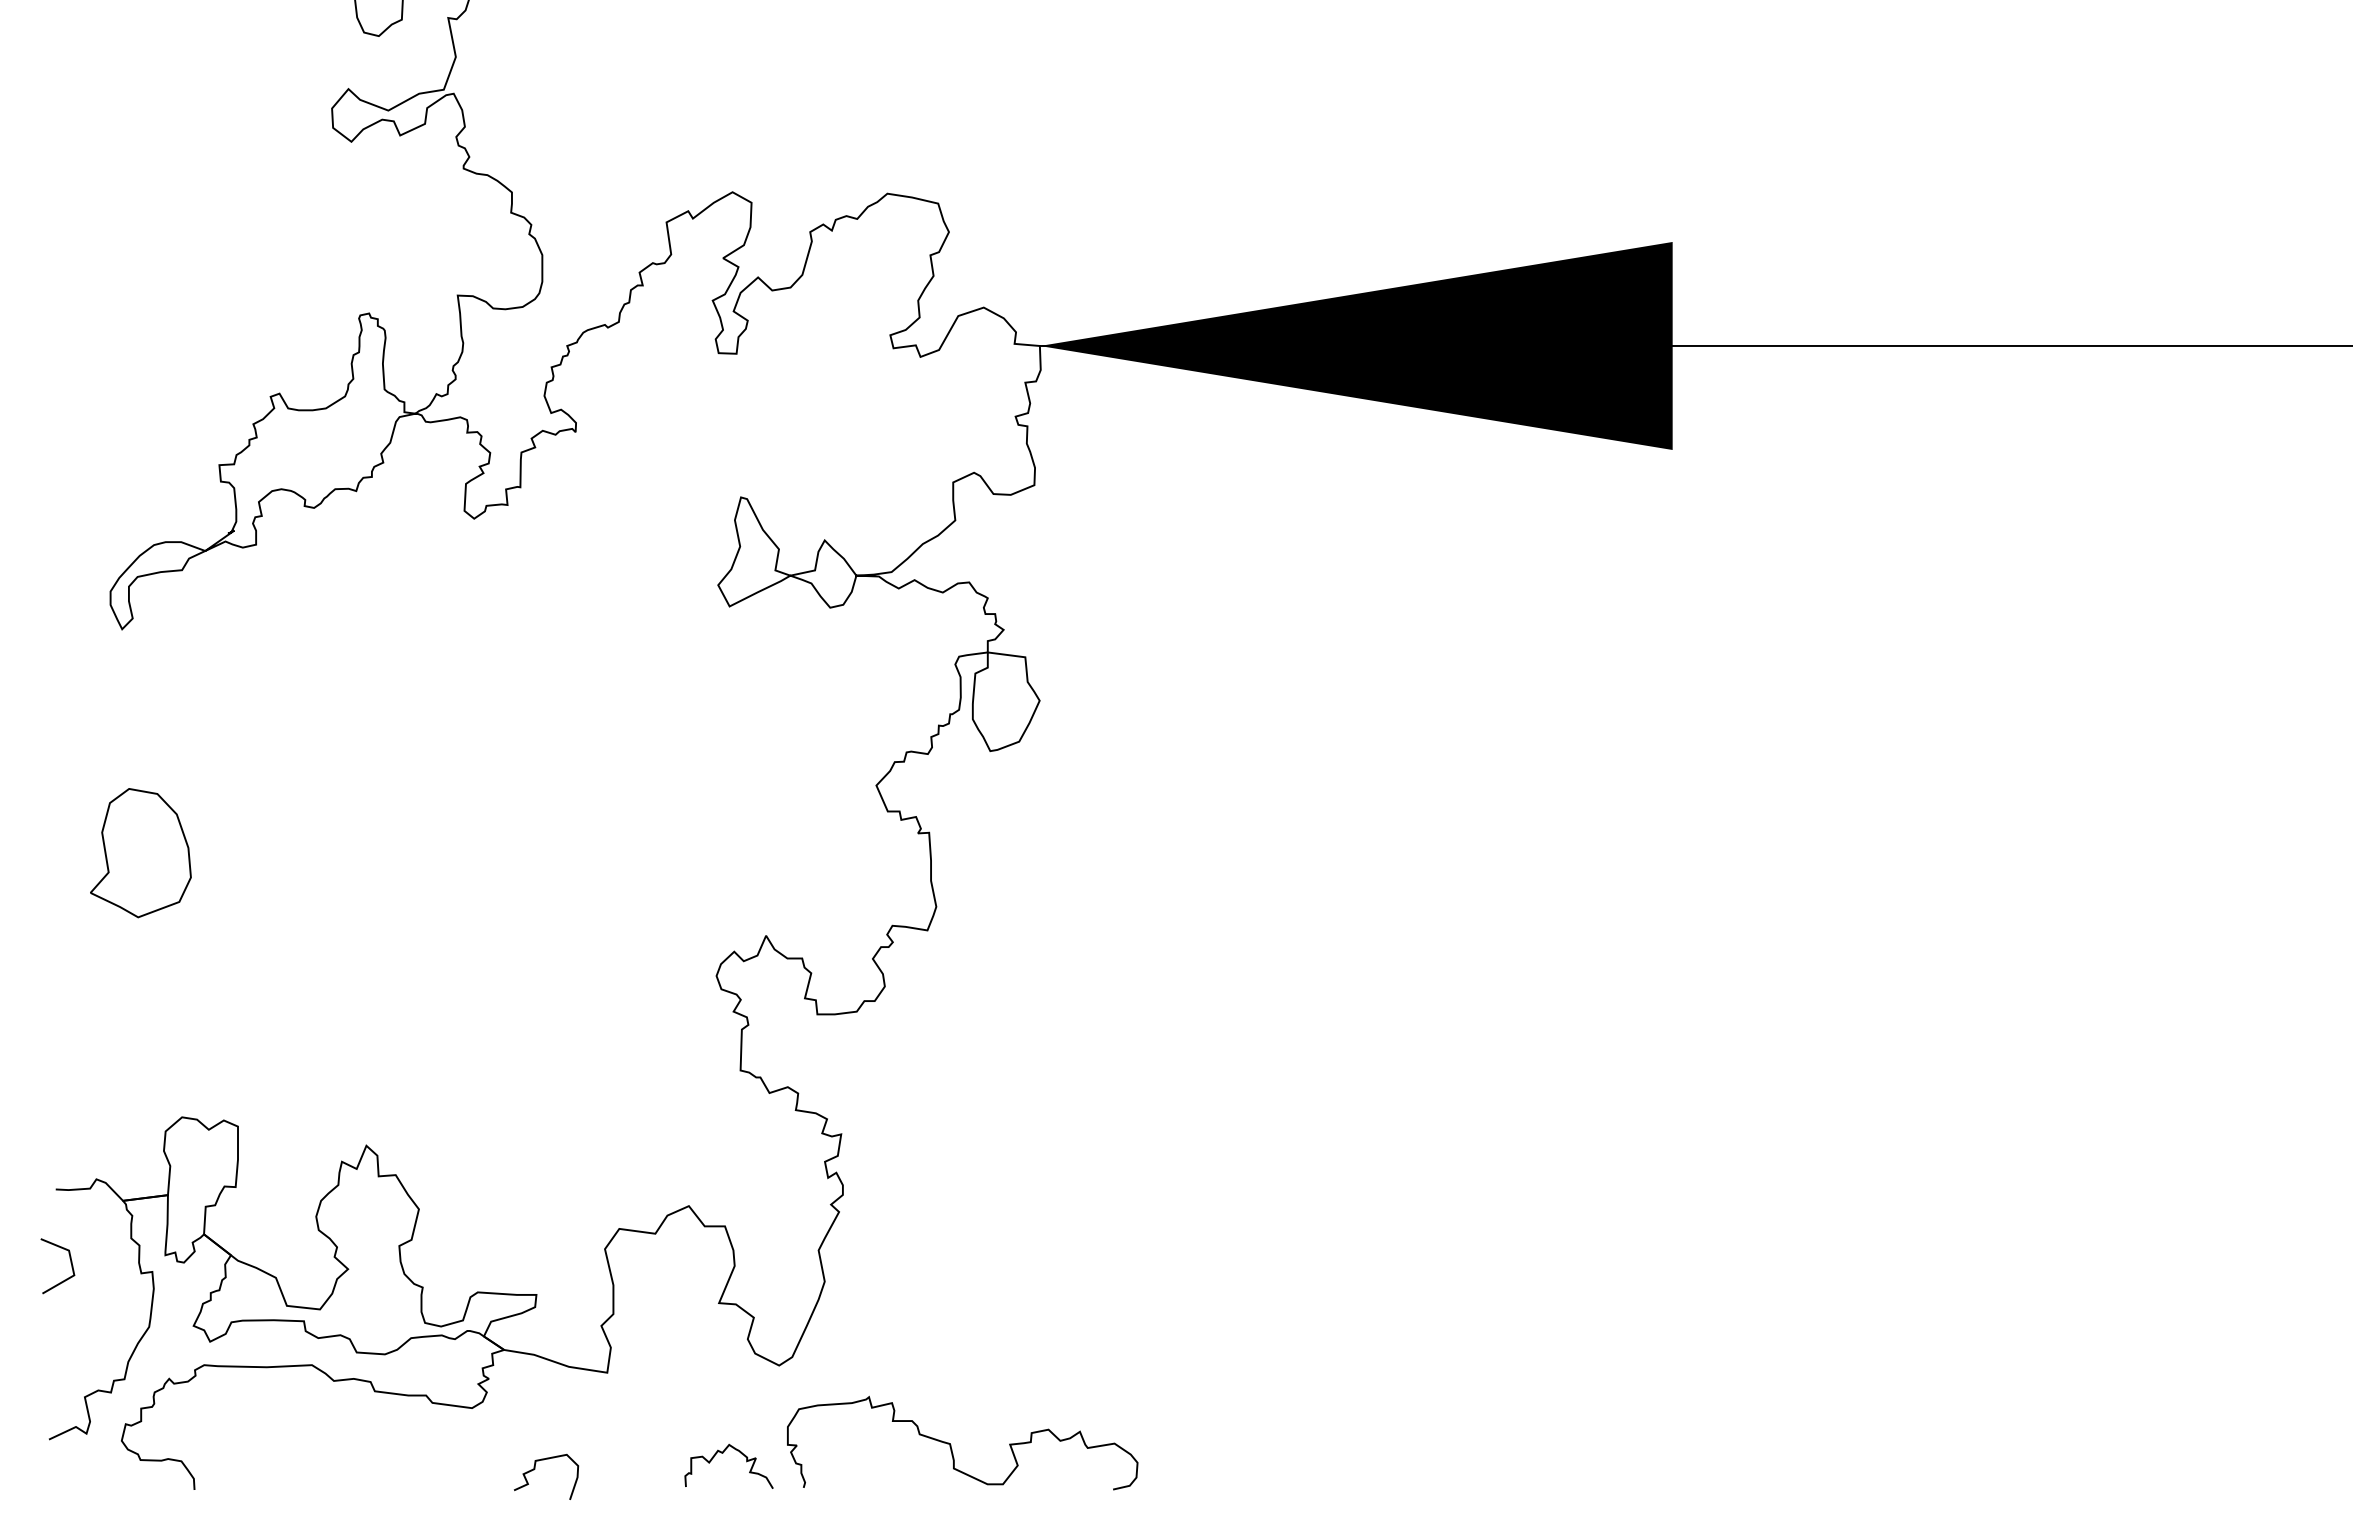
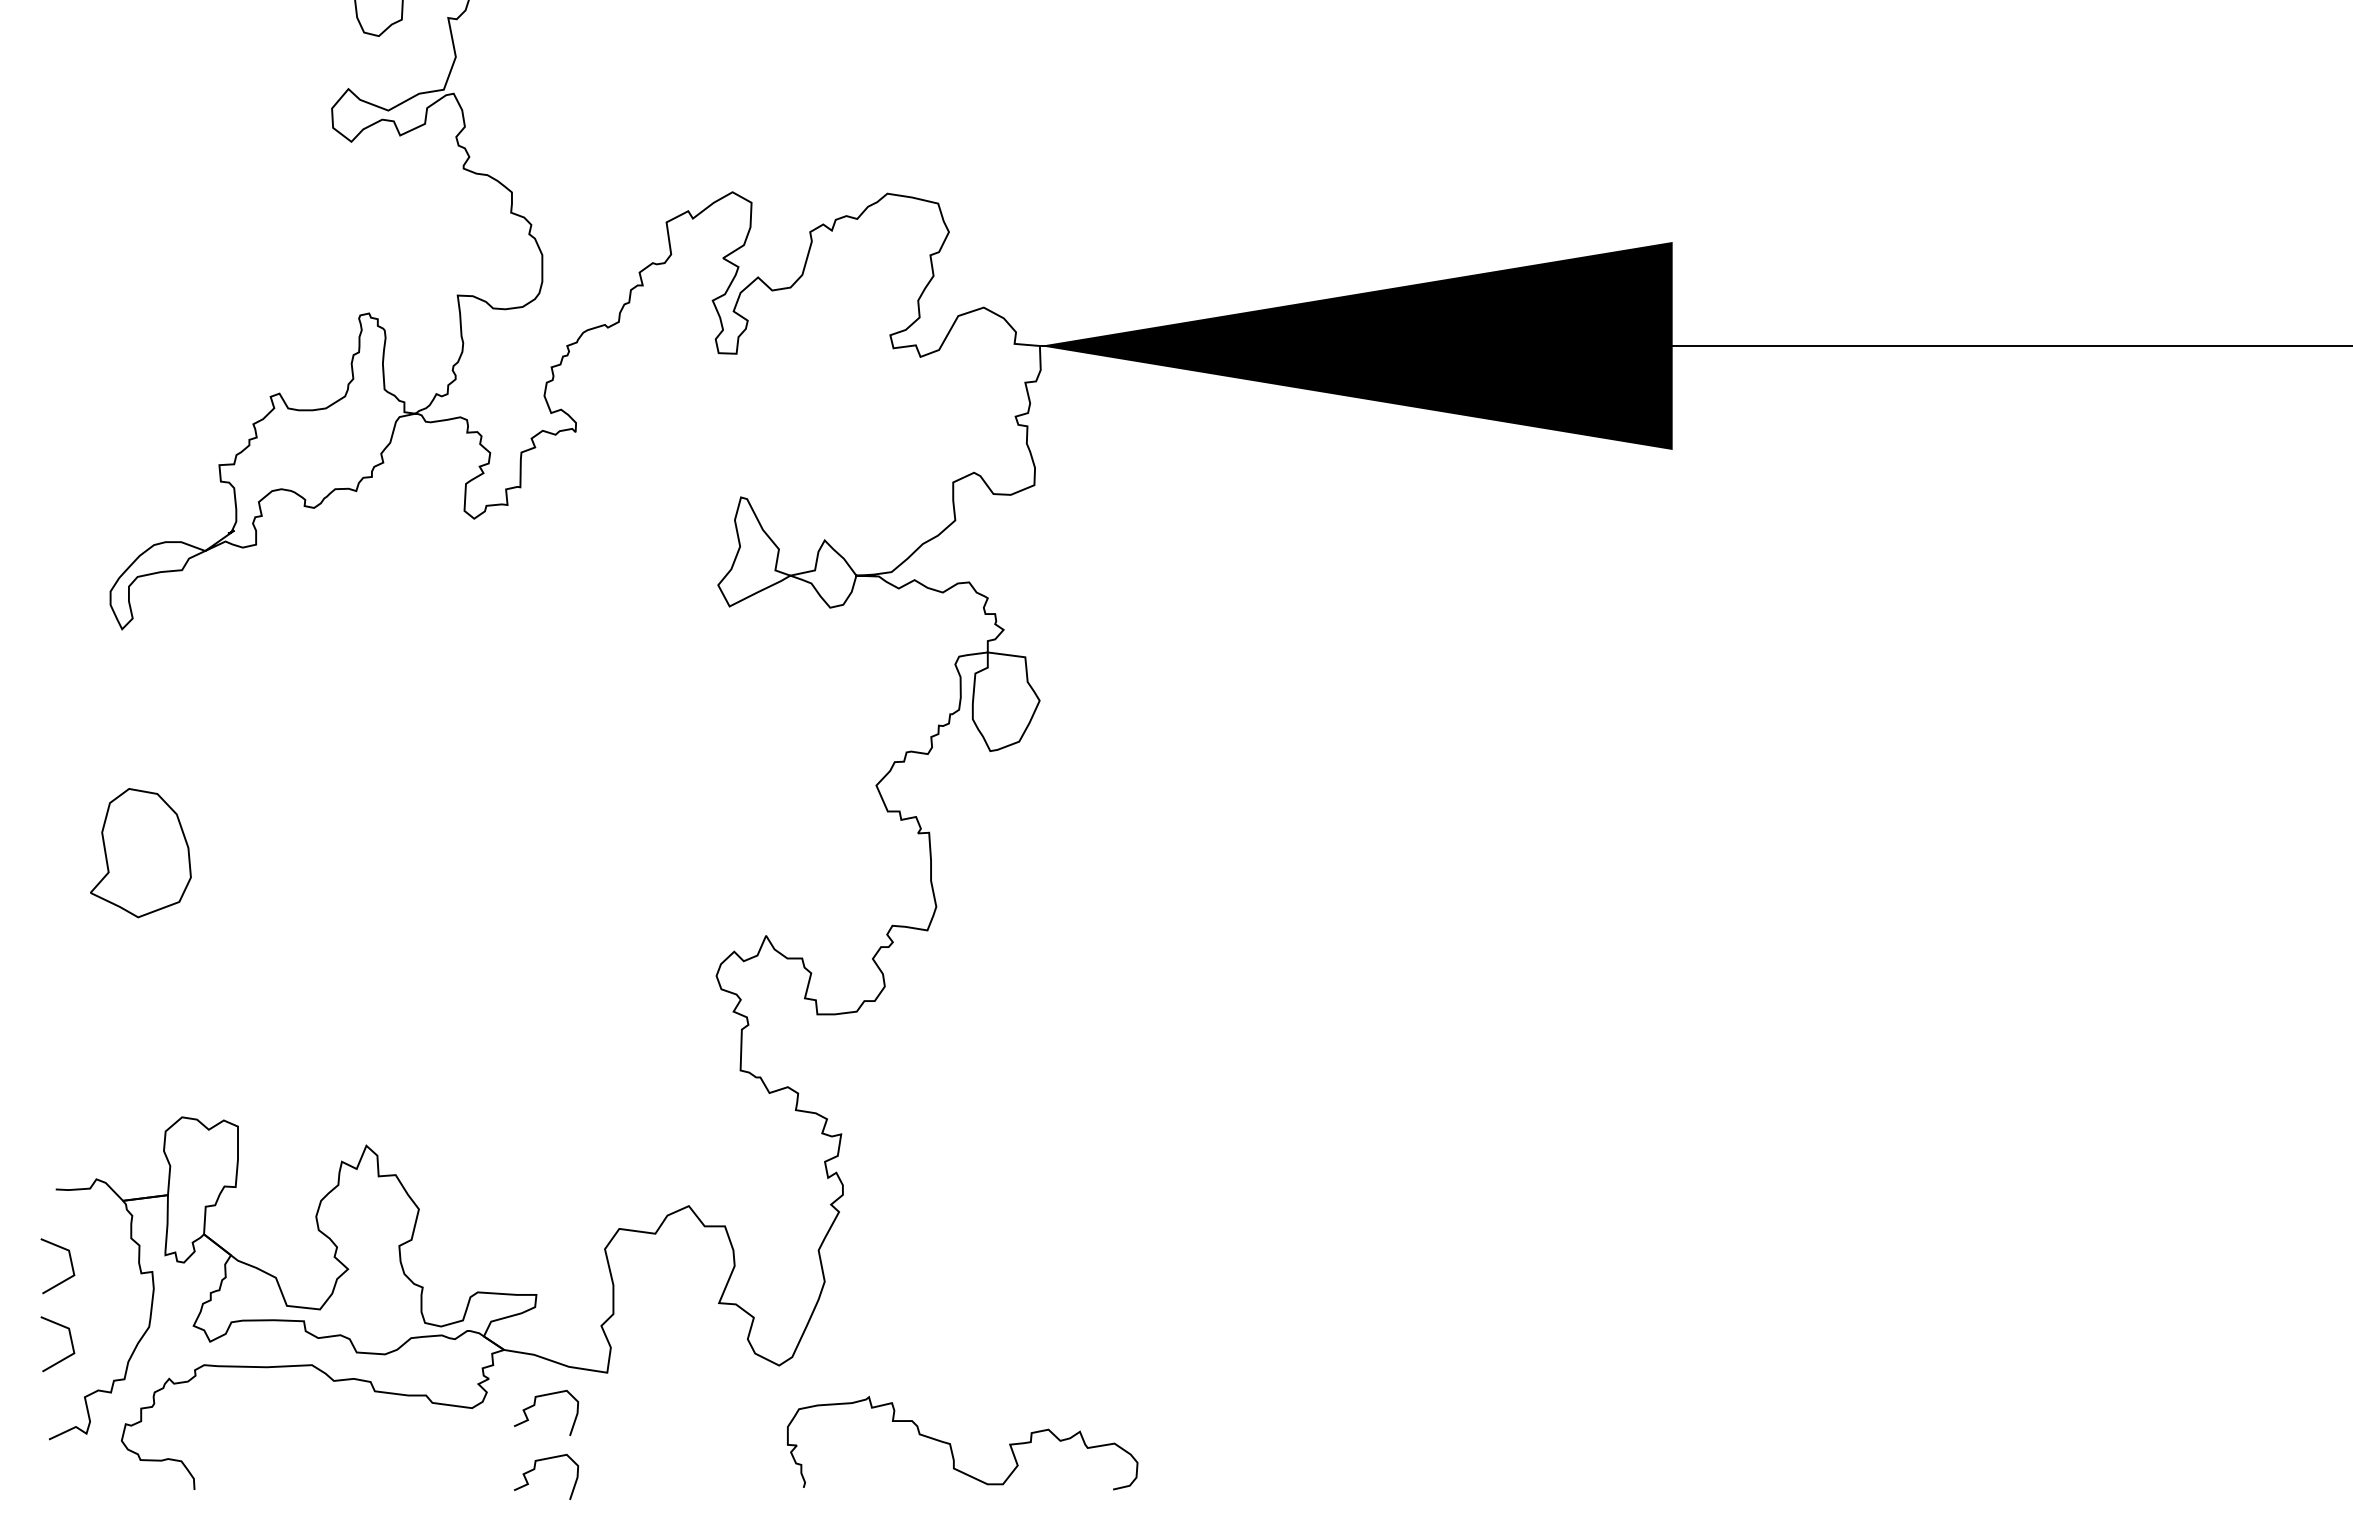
line at (70, 1341): none -> present
curve at (535, 1405): none -> present
curve at (723, 1453): present -> none
